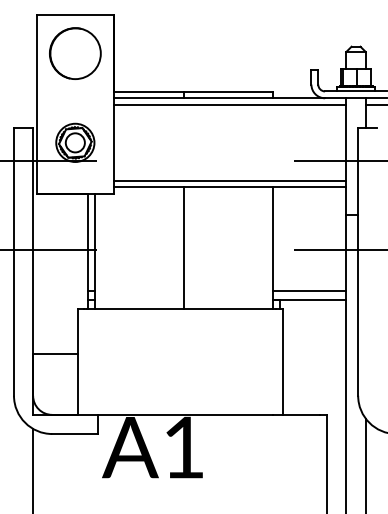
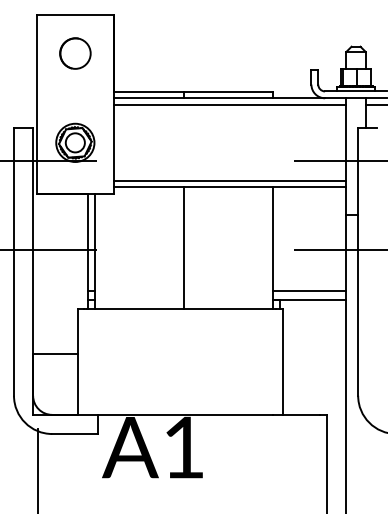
circle at (75, 53) size: 53x53 px -> 33x33 px
line at (366, 464): present -> none
line at (33, 469) position: (33, 469) -> (38, 469)
